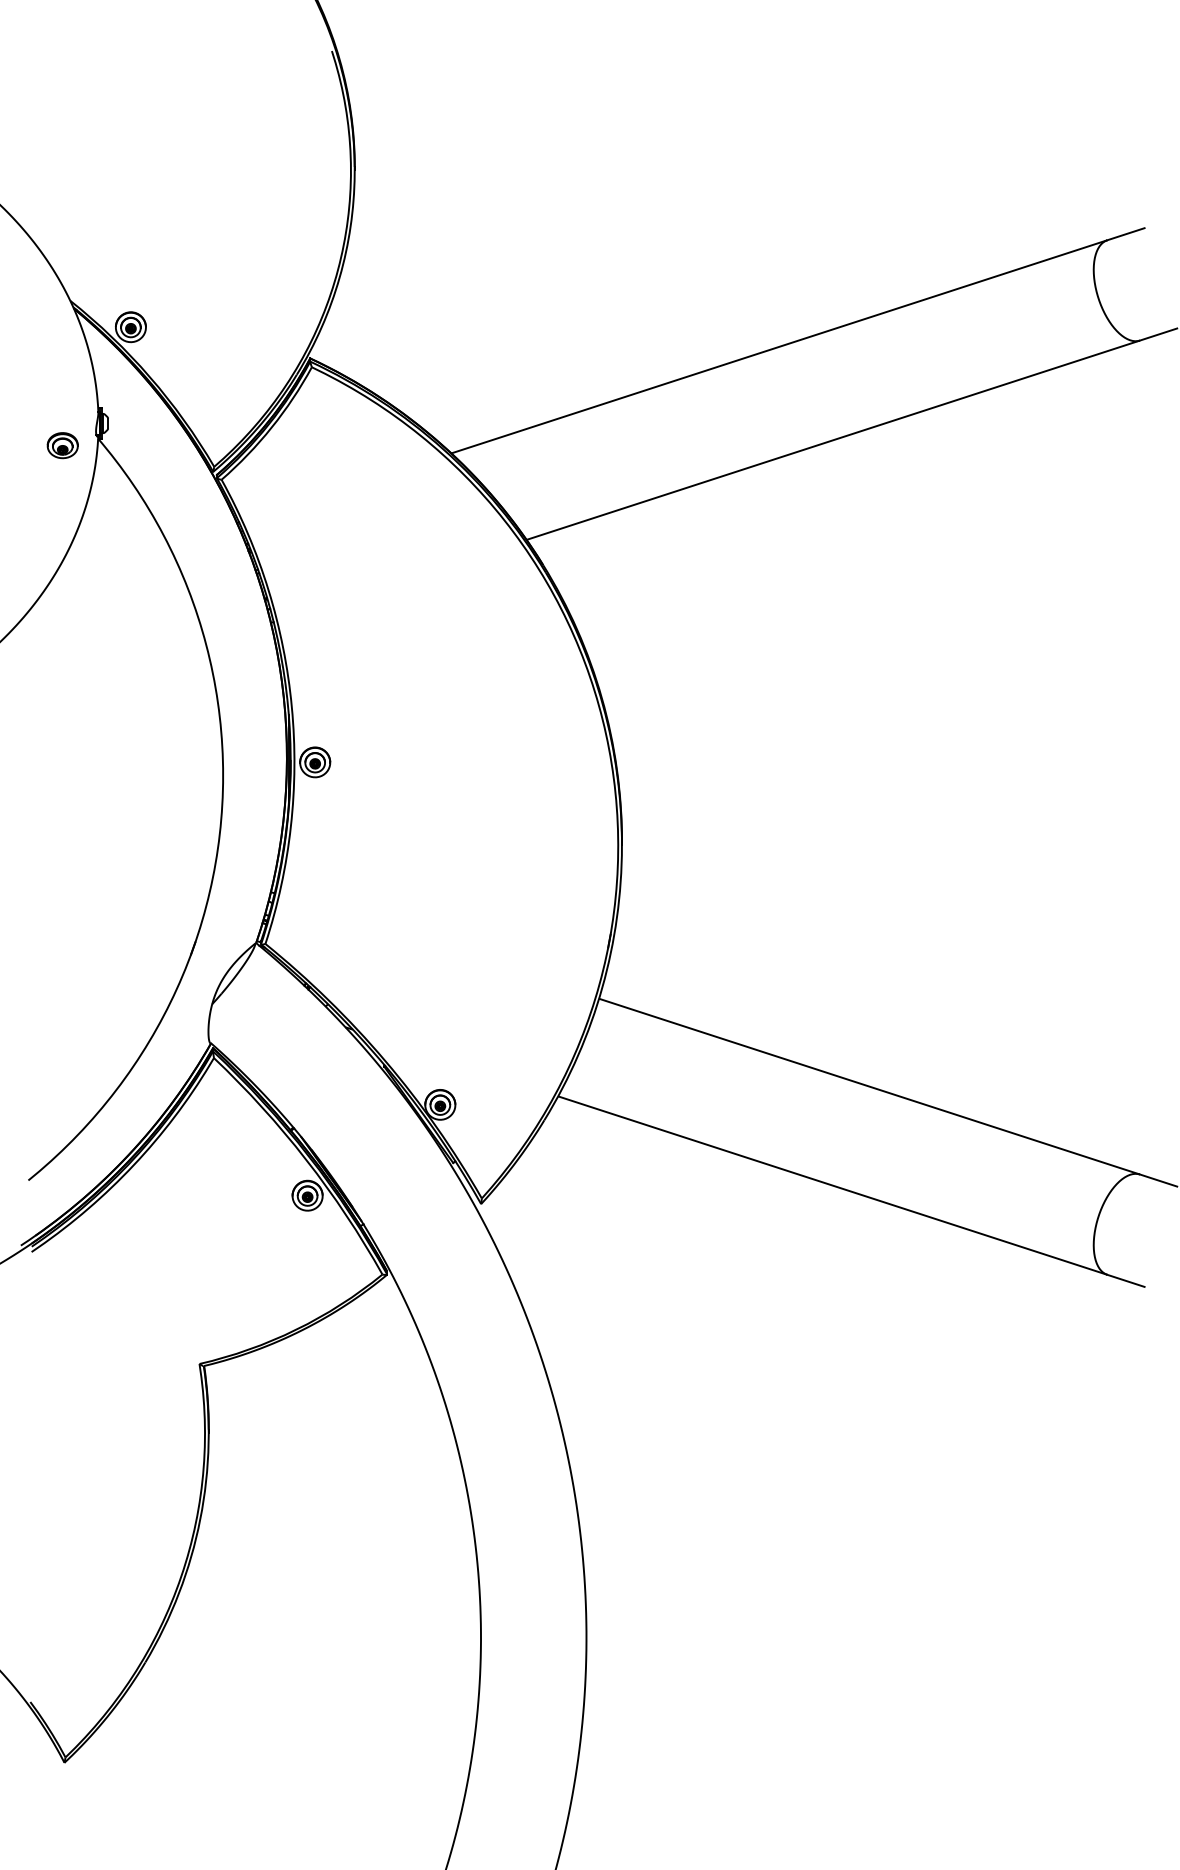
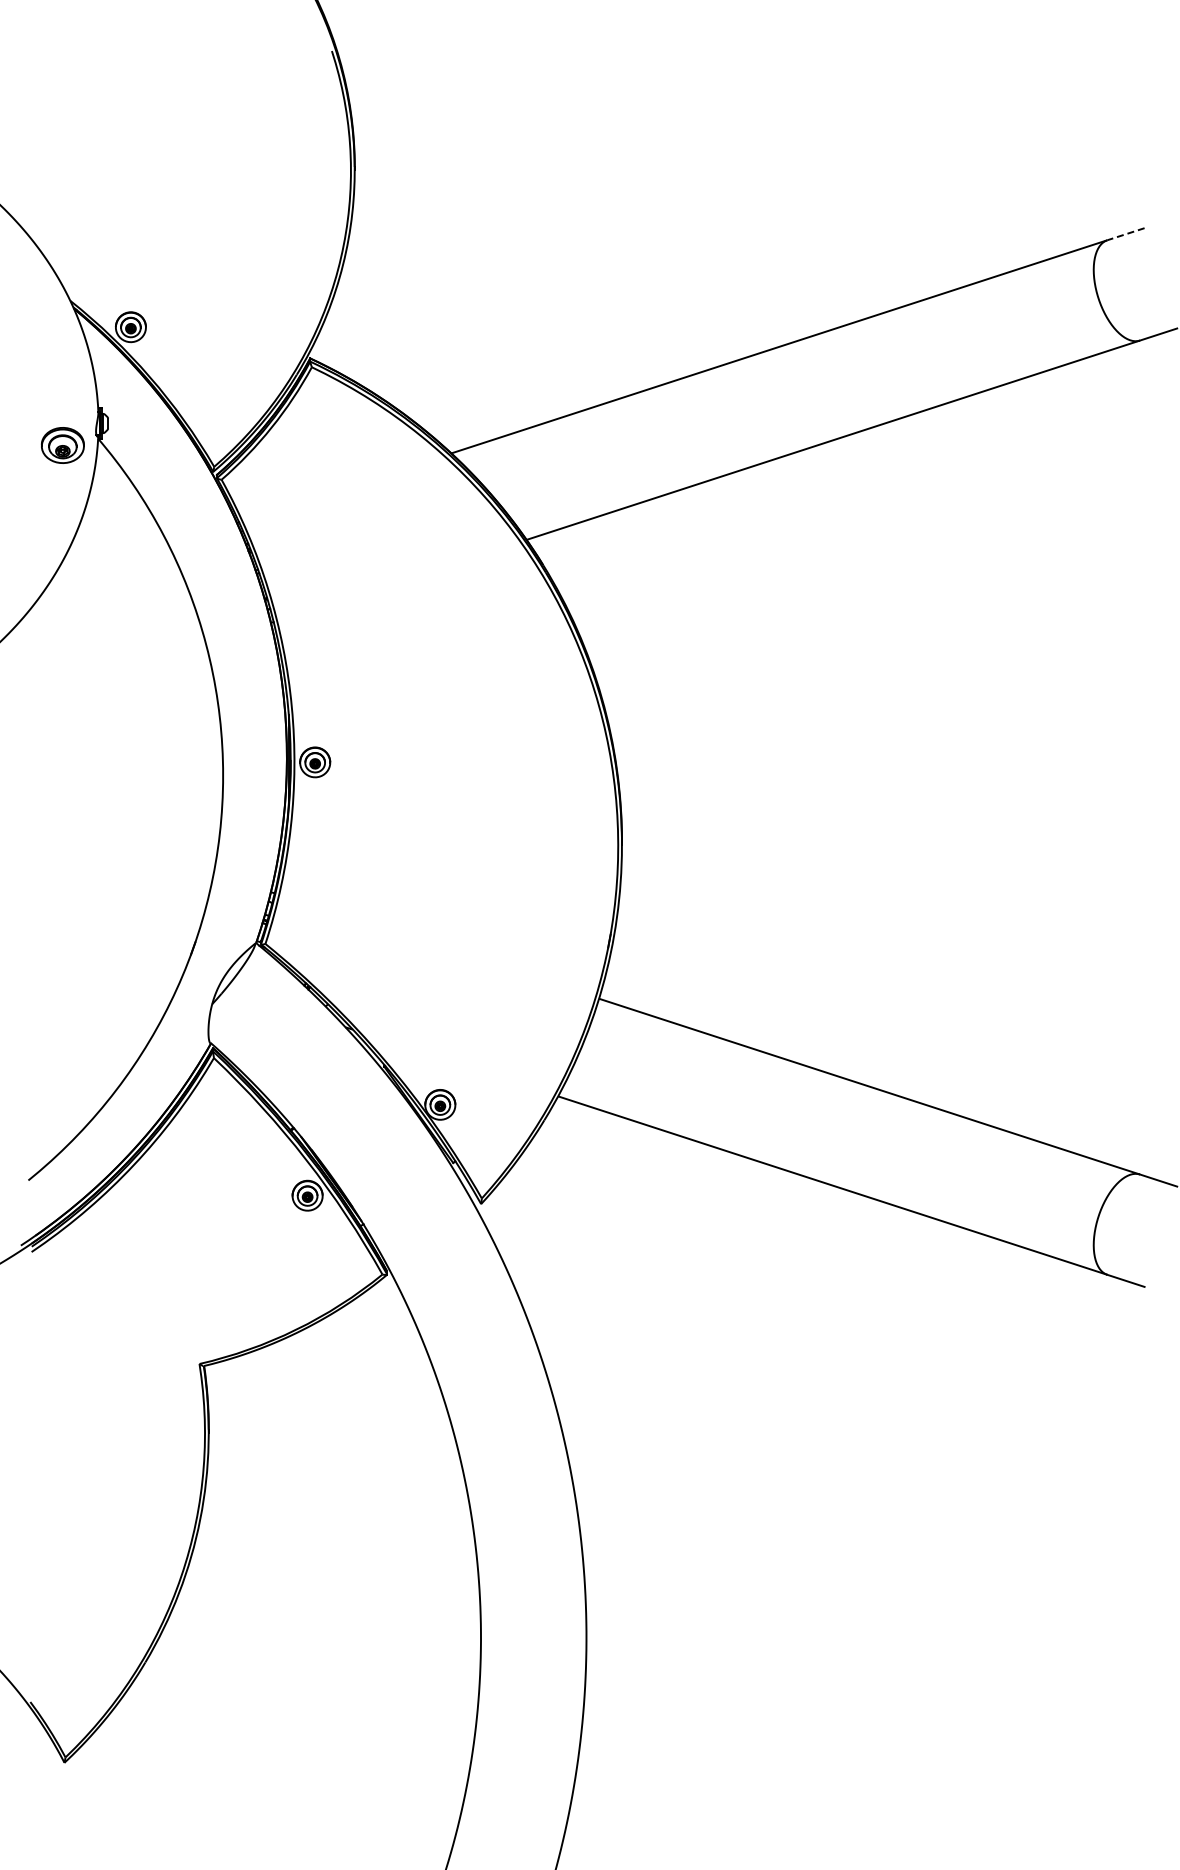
line at (1125, 234): solid -> dashed
part at (62, 445) size: 33x28 px -> 44x37 px
